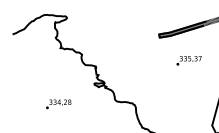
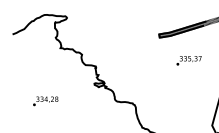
text at (58, 104) position: (58, 104) -> (45, 101)
